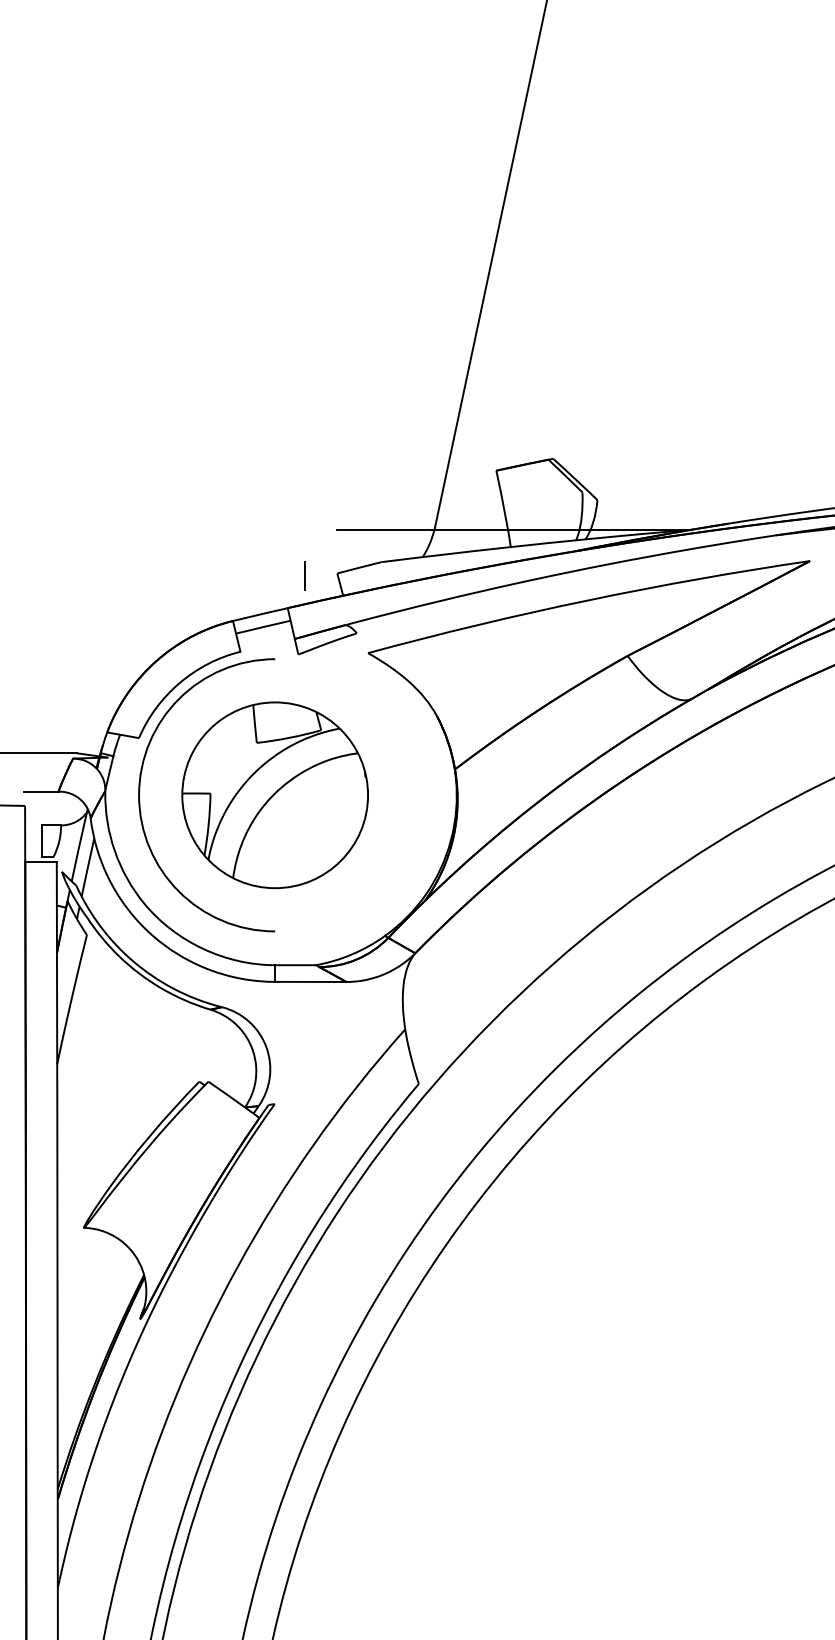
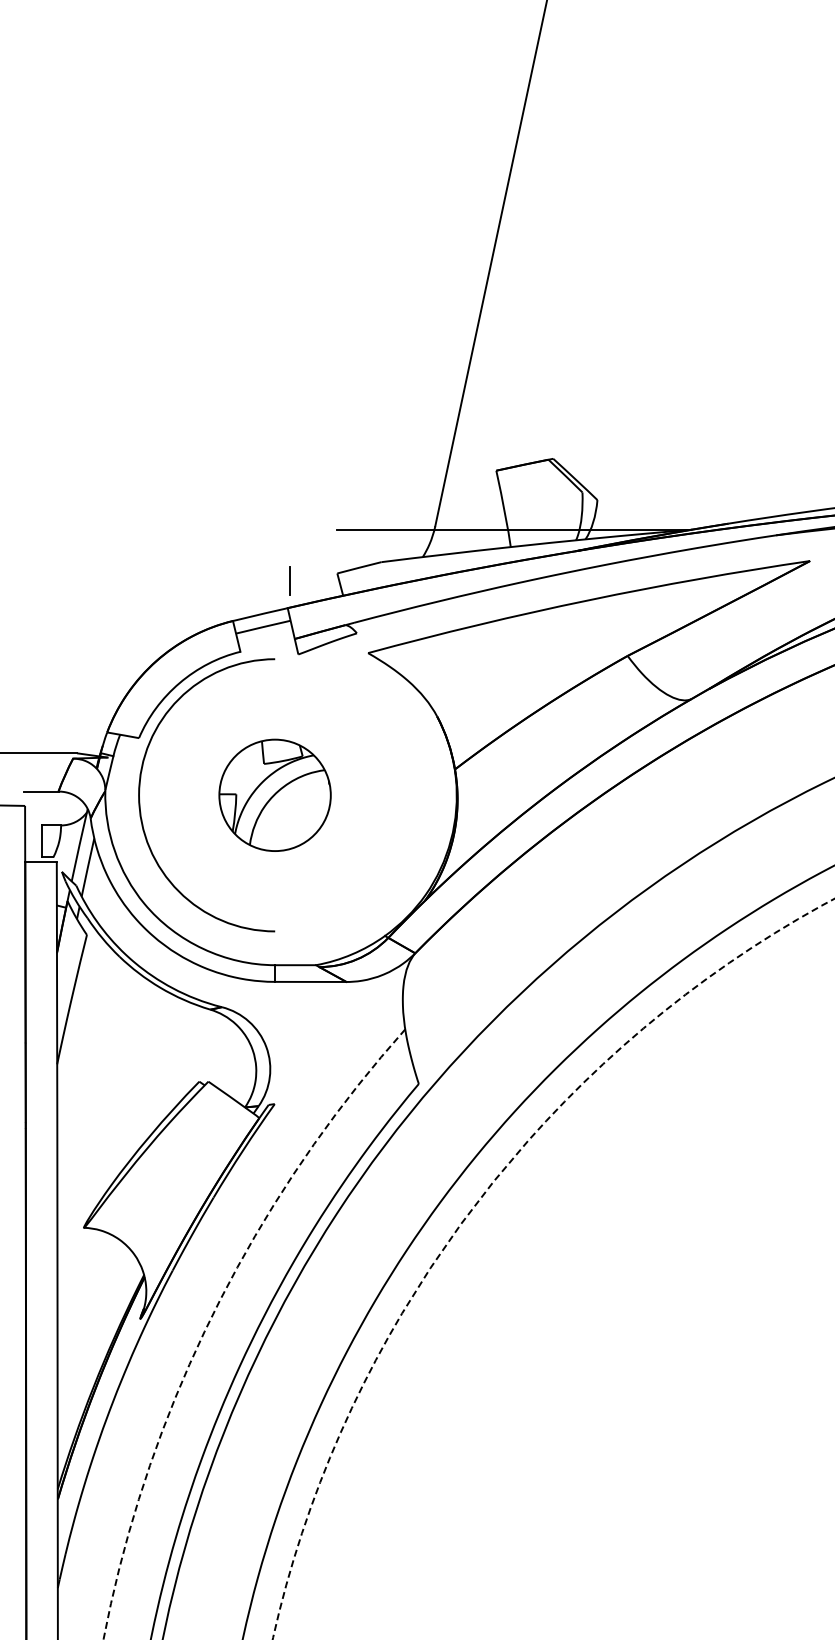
line at (304, 575) position: (304, 575) -> (289, 580)
part at (274, 795) size: 188x189 px -> 114x114 px
arc at (472, 1208): solid -> dashed
arc at (213, 1314): solid -> dashed
